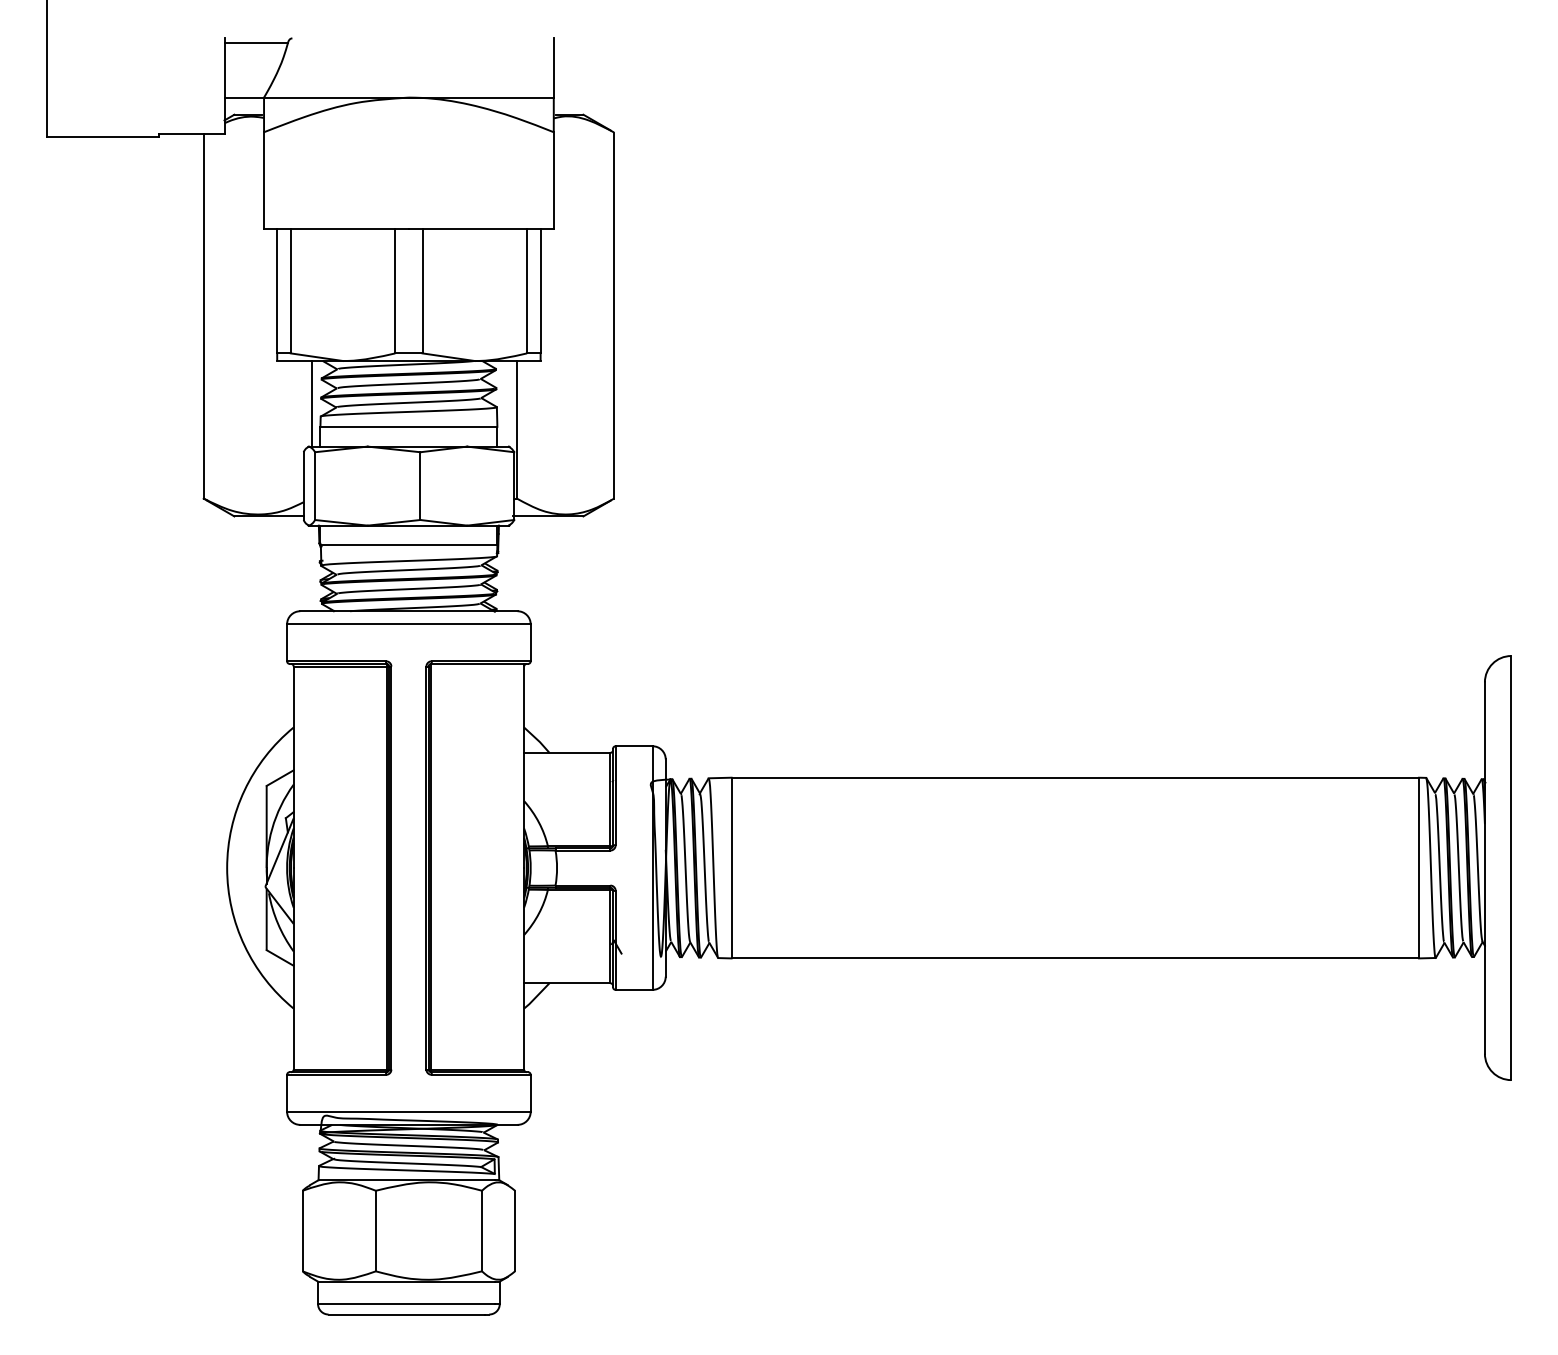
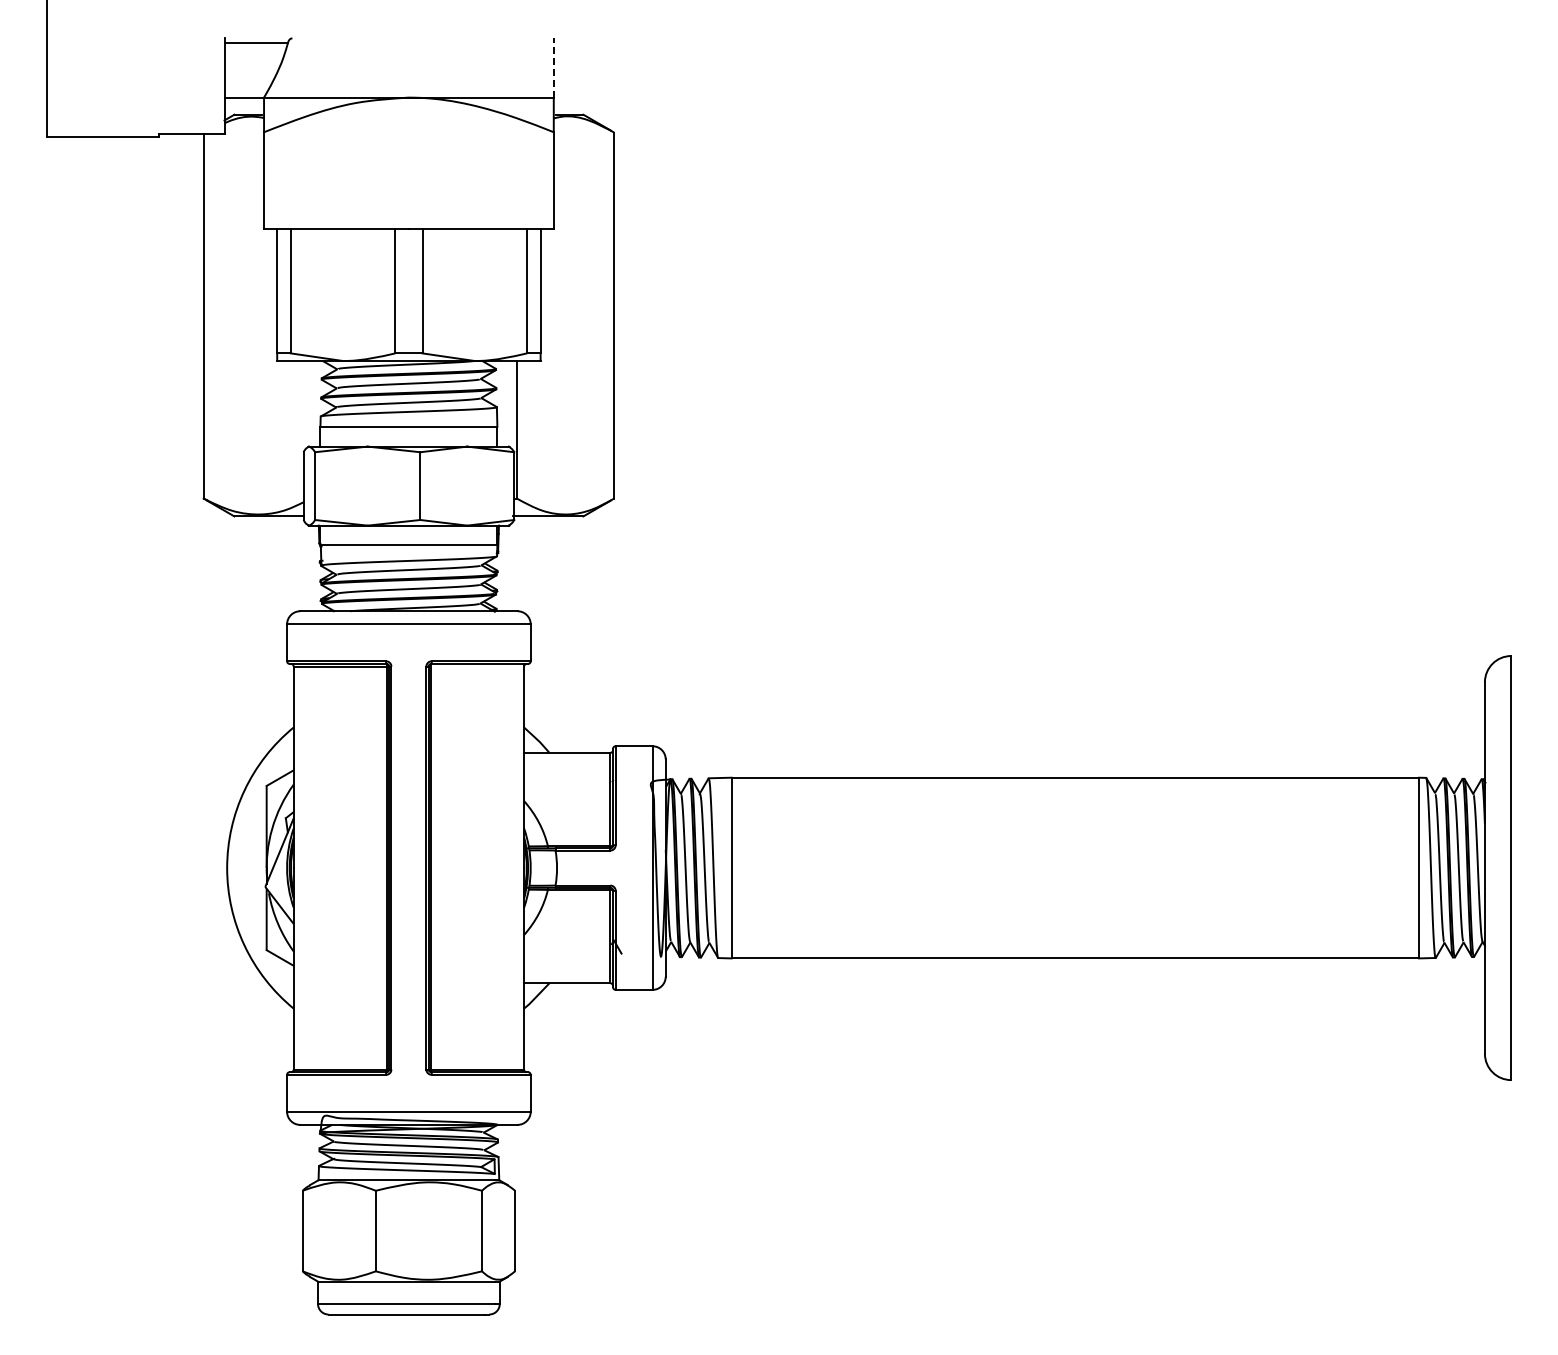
line at (553, 67): solid -> dashed
line at (311, 403): present -> none
